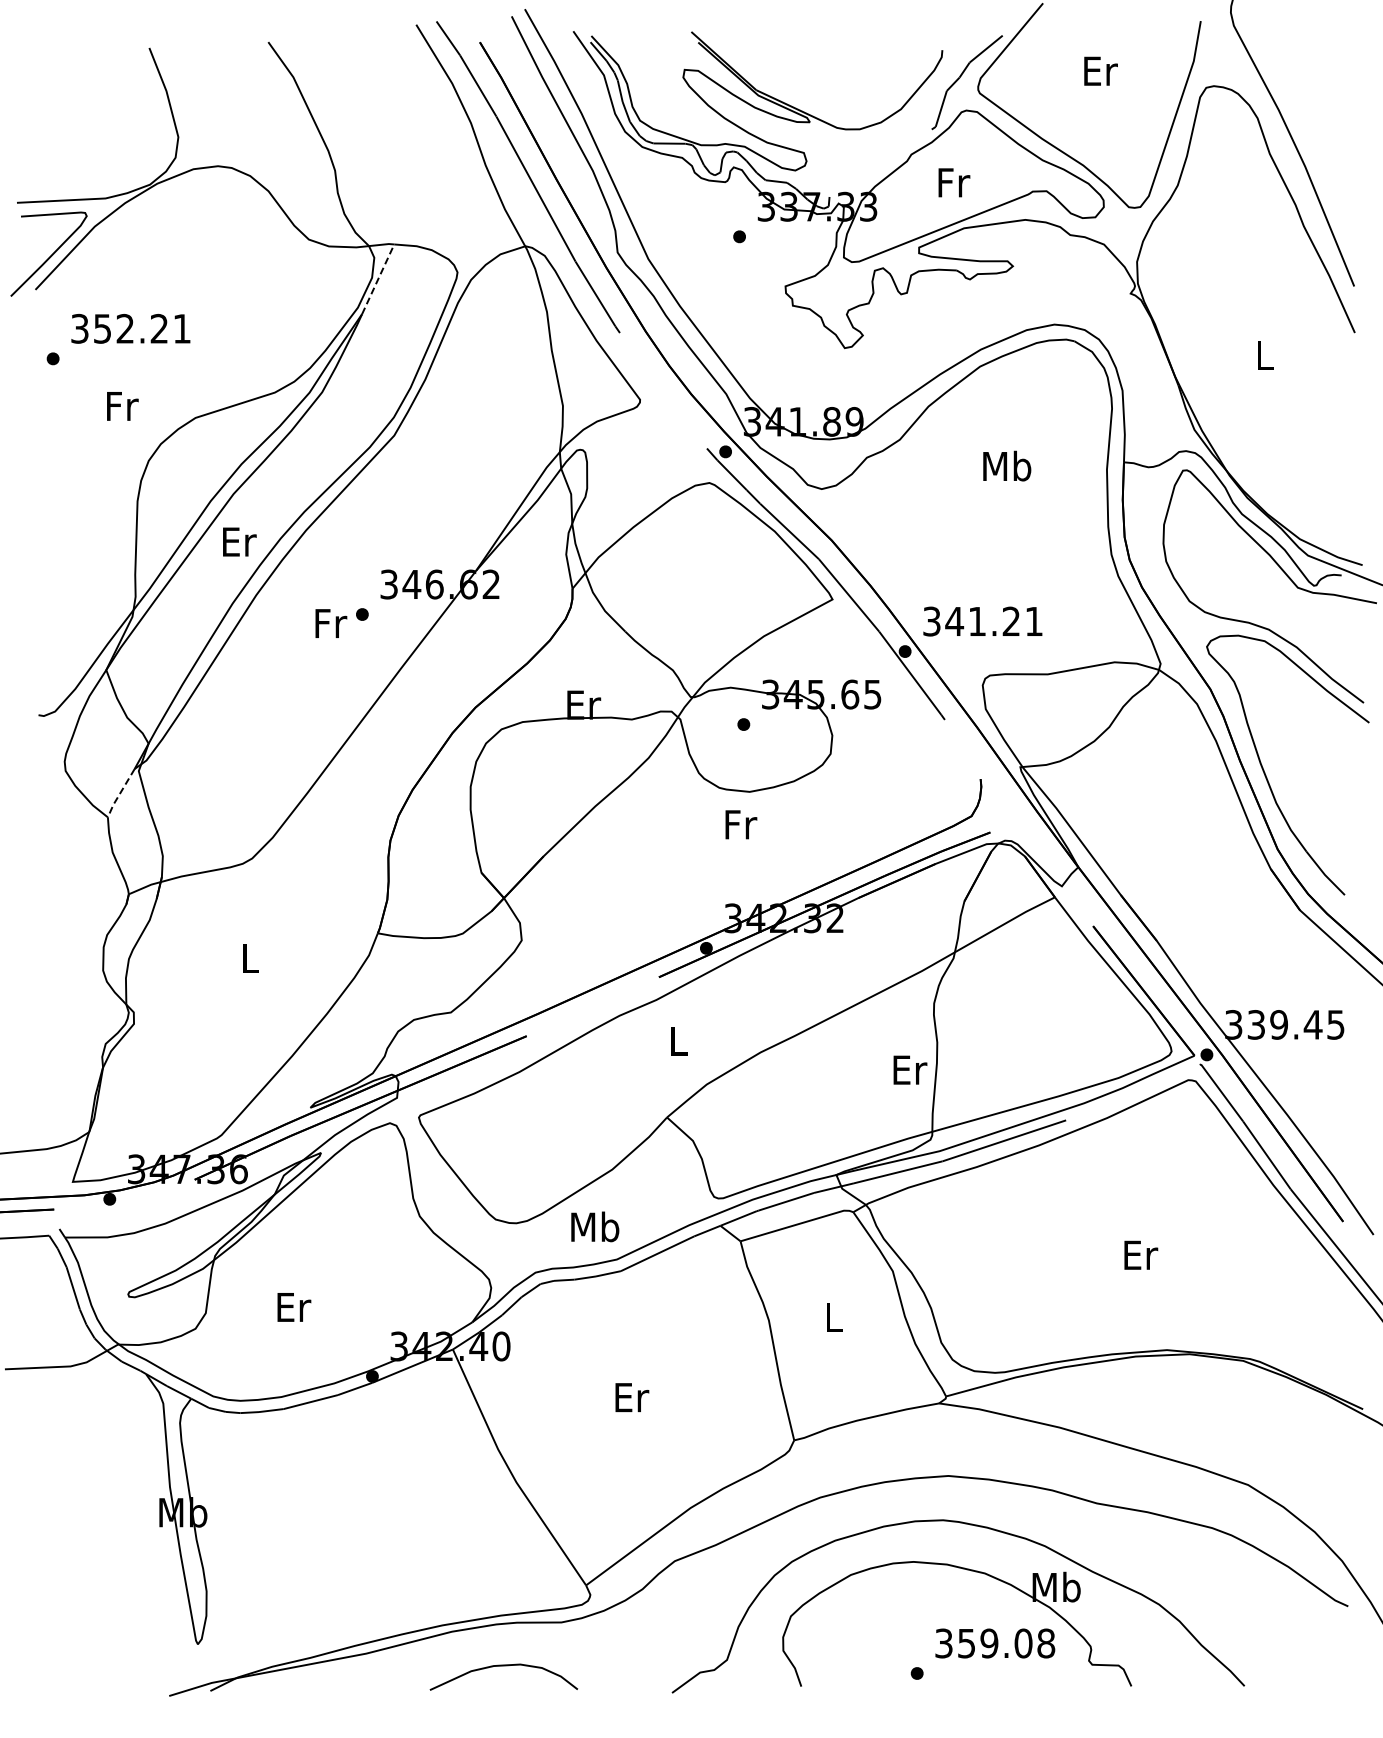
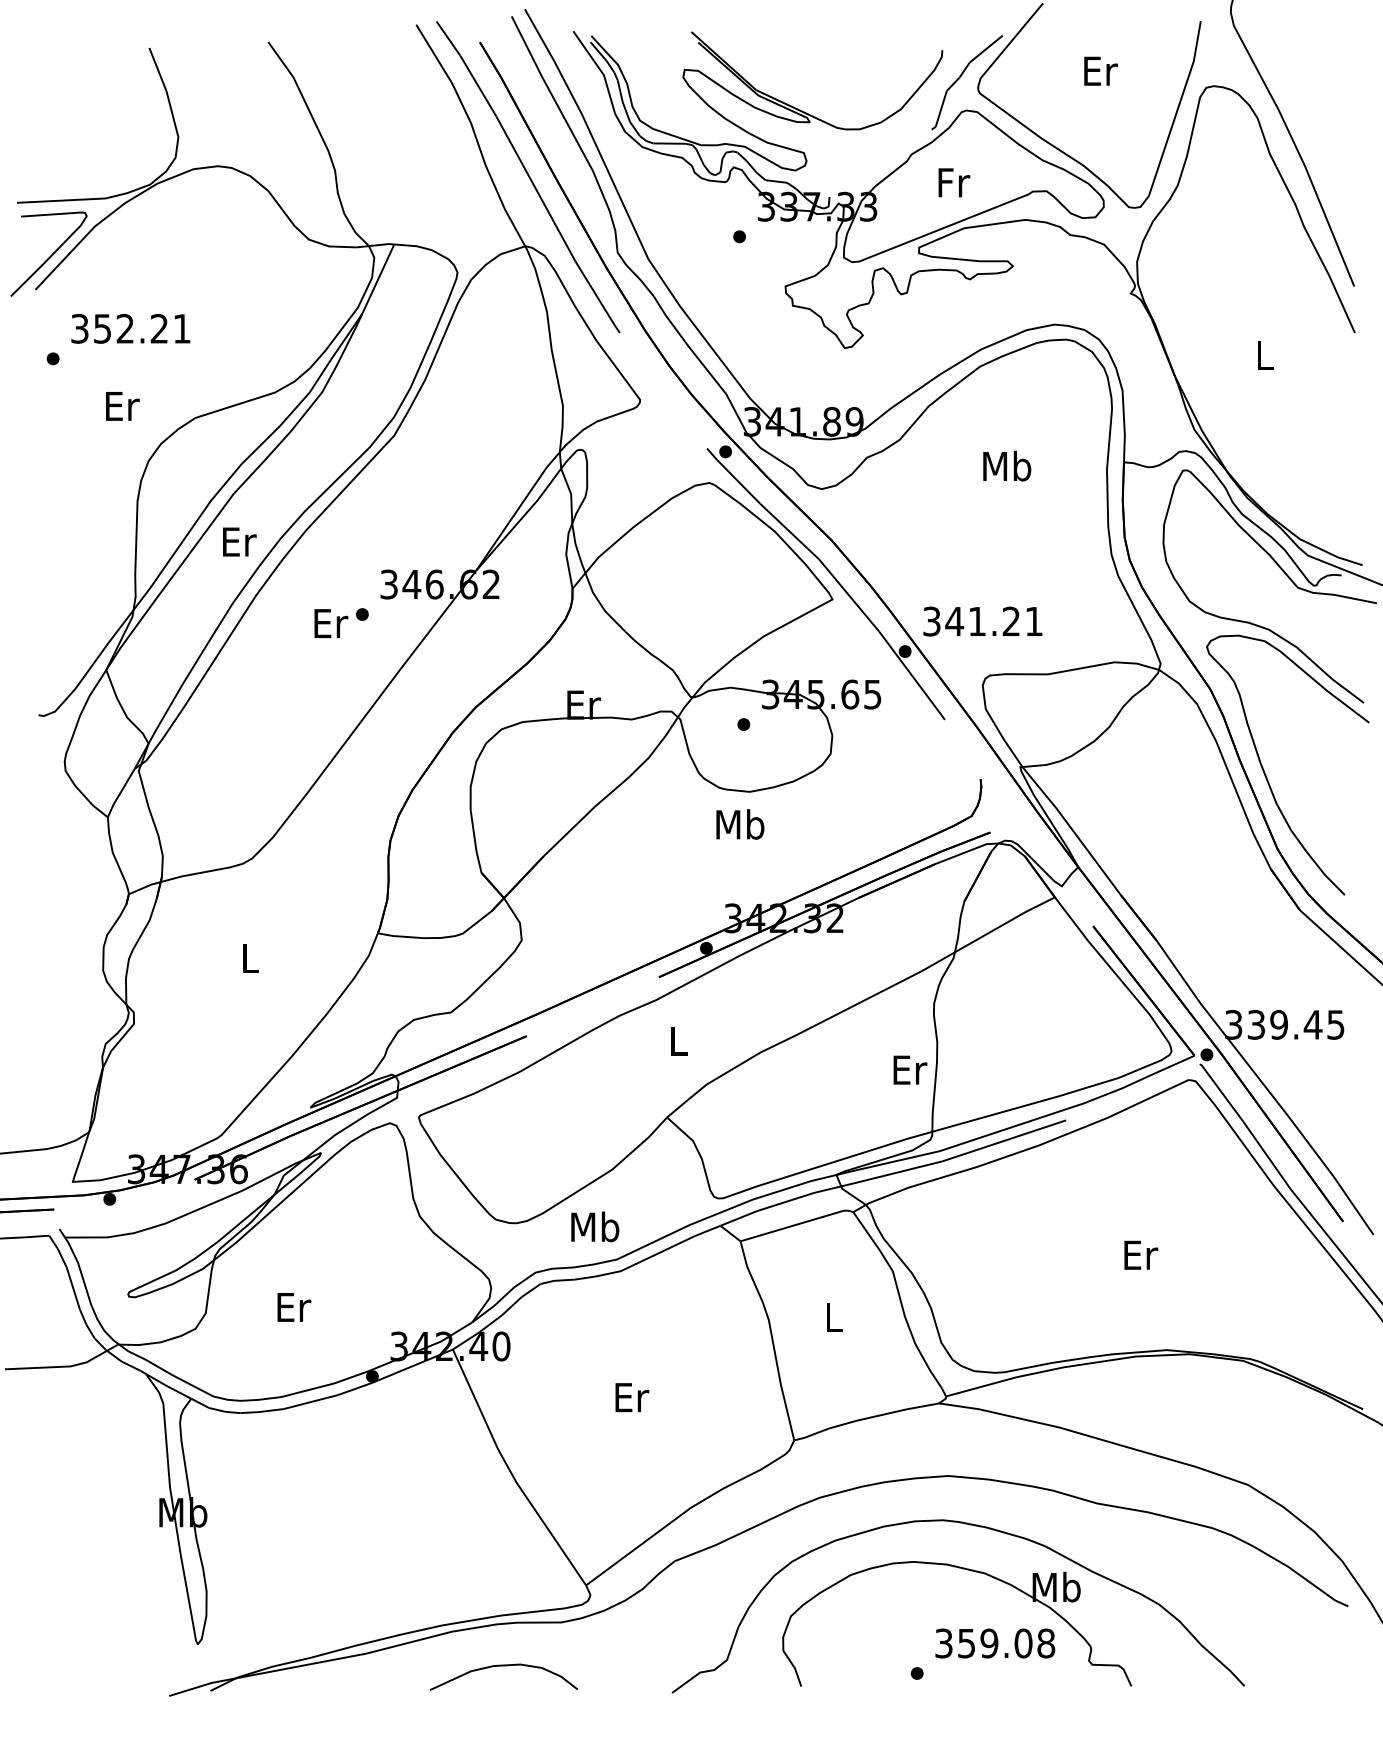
line at (378, 278): dashed -> solid
text at (122, 406): Fr -> Er
text at (331, 623): Fr -> Er
line at (119, 793): dashed -> solid
text at (740, 824): Fr -> Mb
